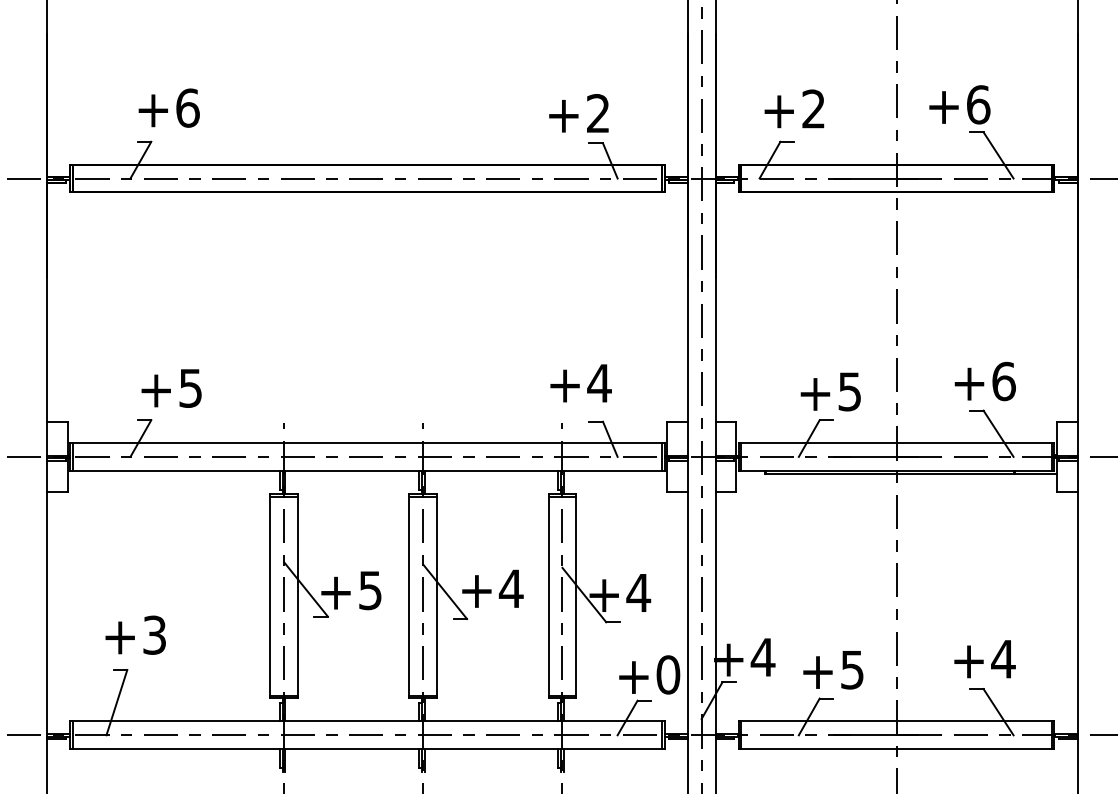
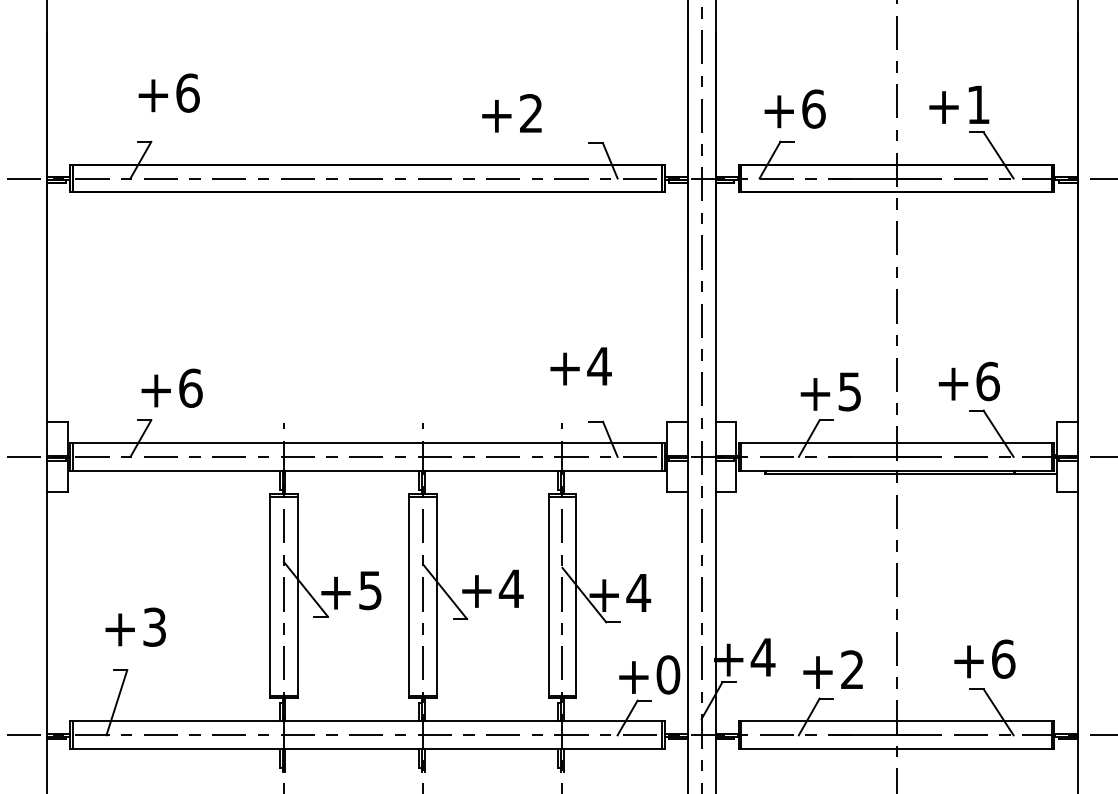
text at (978, 104): +6 -> +1
text at (168, 107) position: (168, 107) -> (168, 92)
text at (813, 108): +2 -> +6
text at (578, 113) position: (578, 113) -> (511, 113)
text at (984, 381) position: (984, 381) -> (968, 381)
text at (580, 383) position: (580, 383) -> (580, 366)
text at (190, 387): +5 -> +6
text at (135, 634) position: (135, 634) -> (135, 626)
text at (1003, 658): +4 -> +6
text at (852, 669): +5 -> +2
